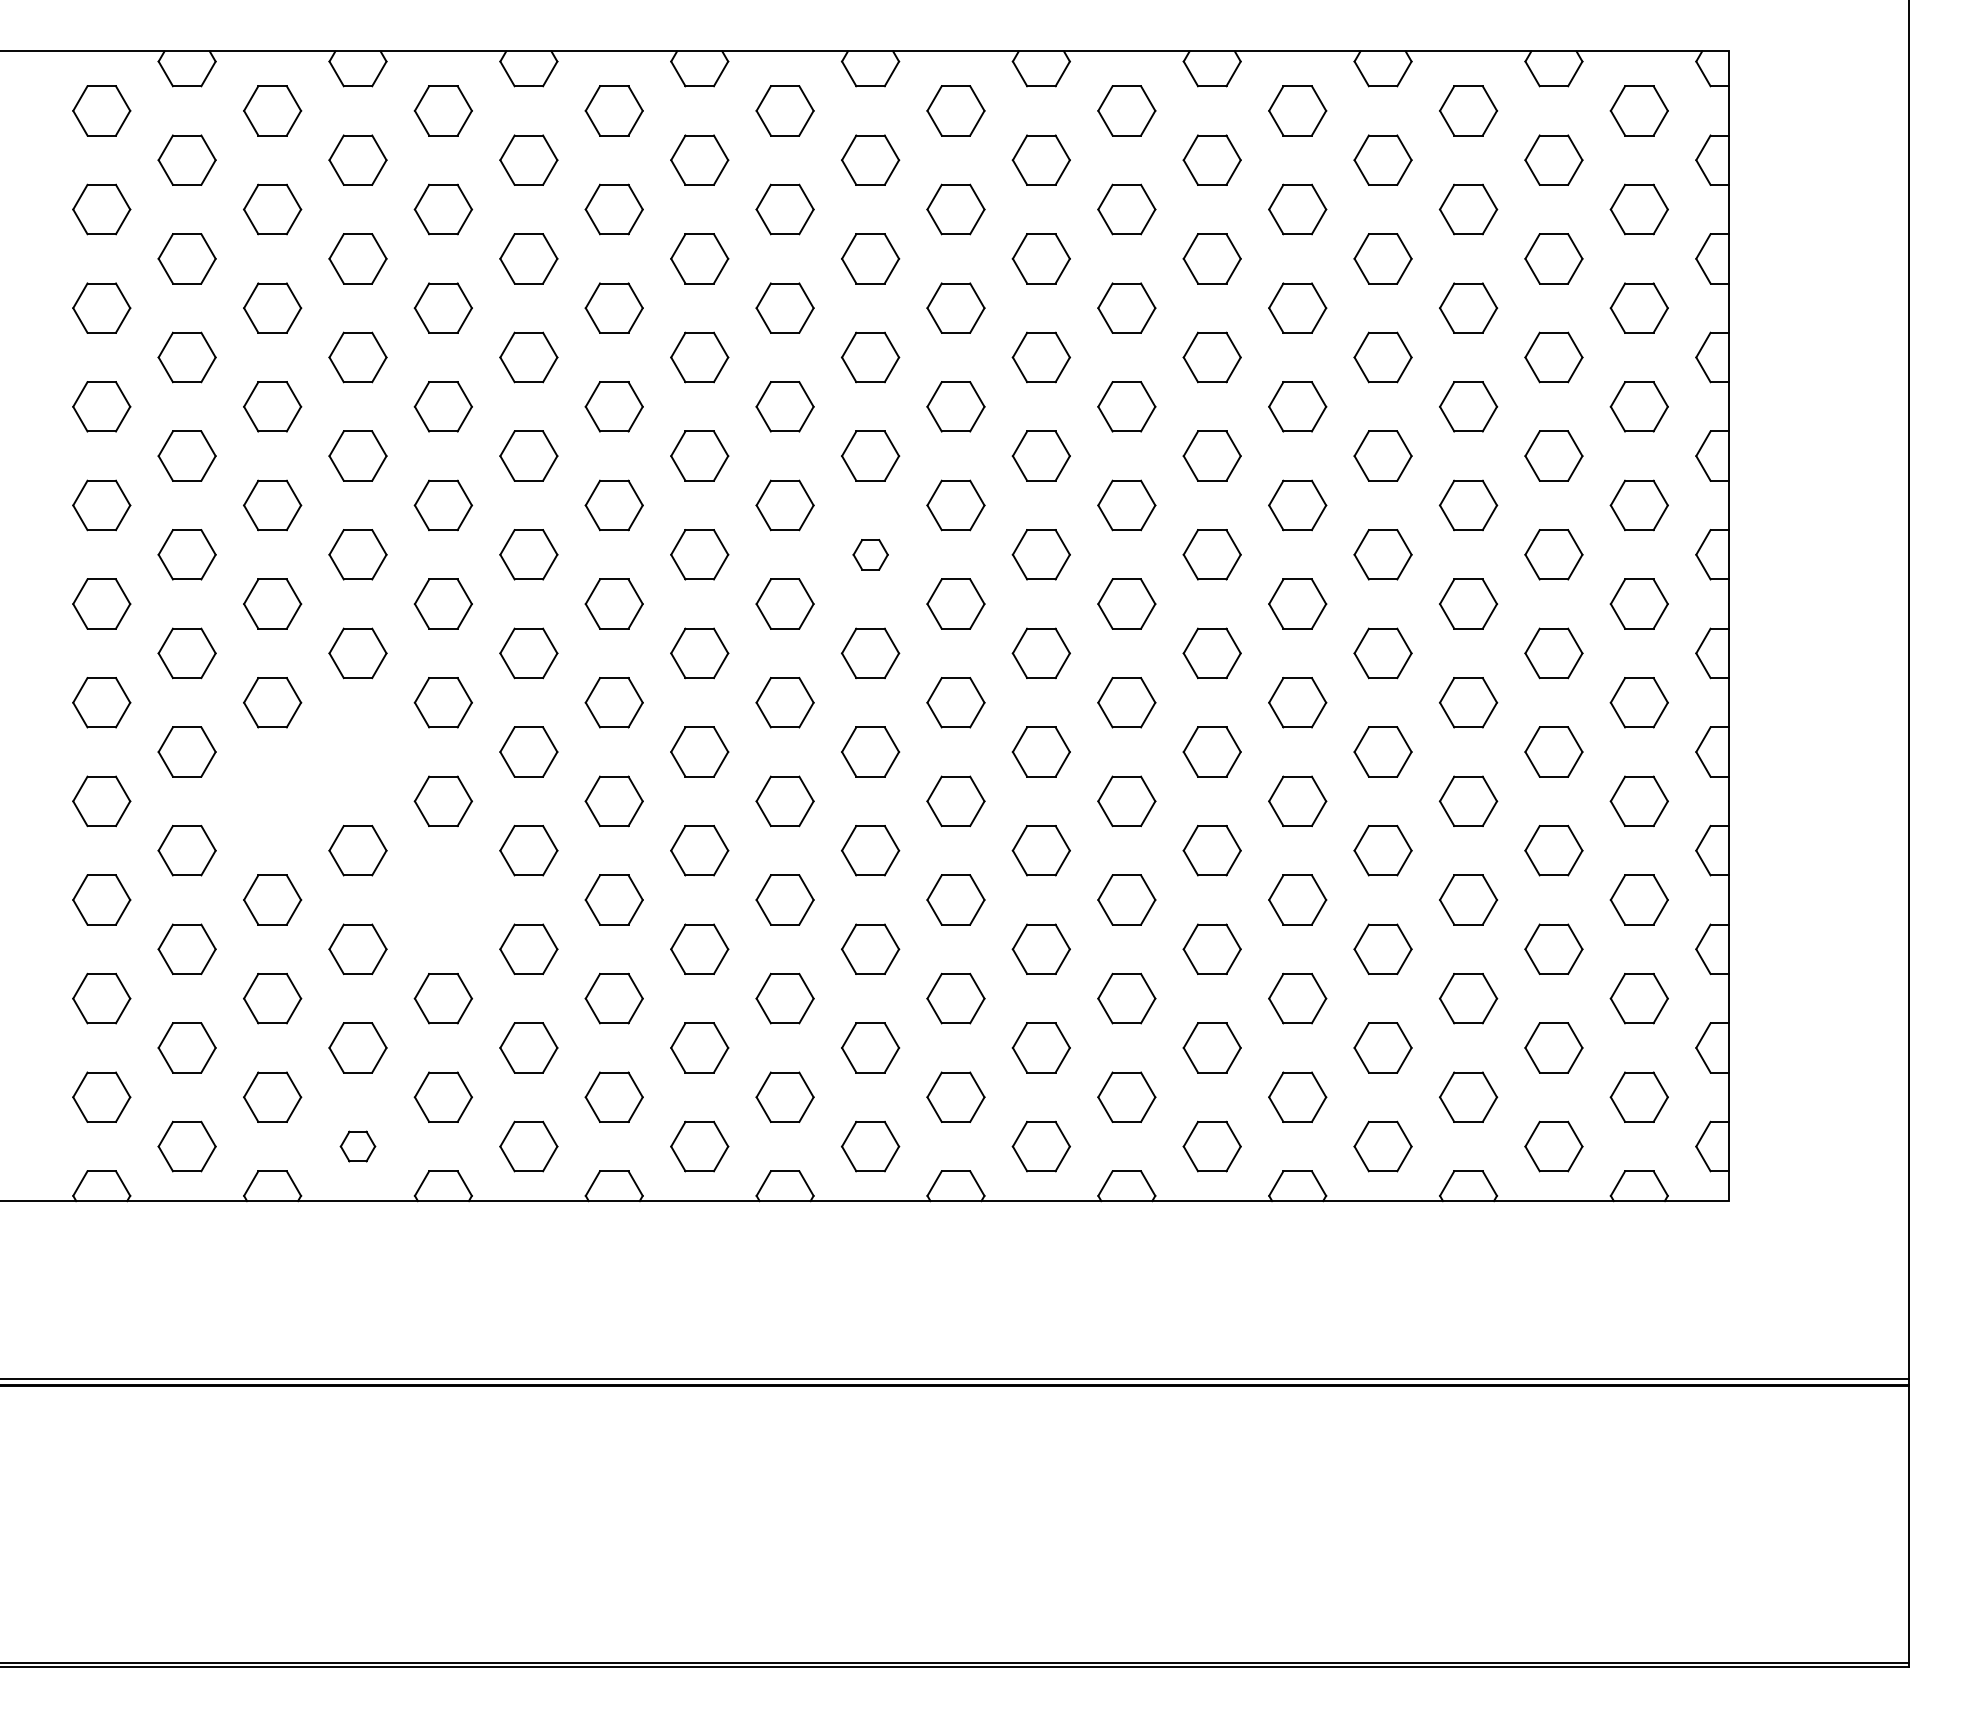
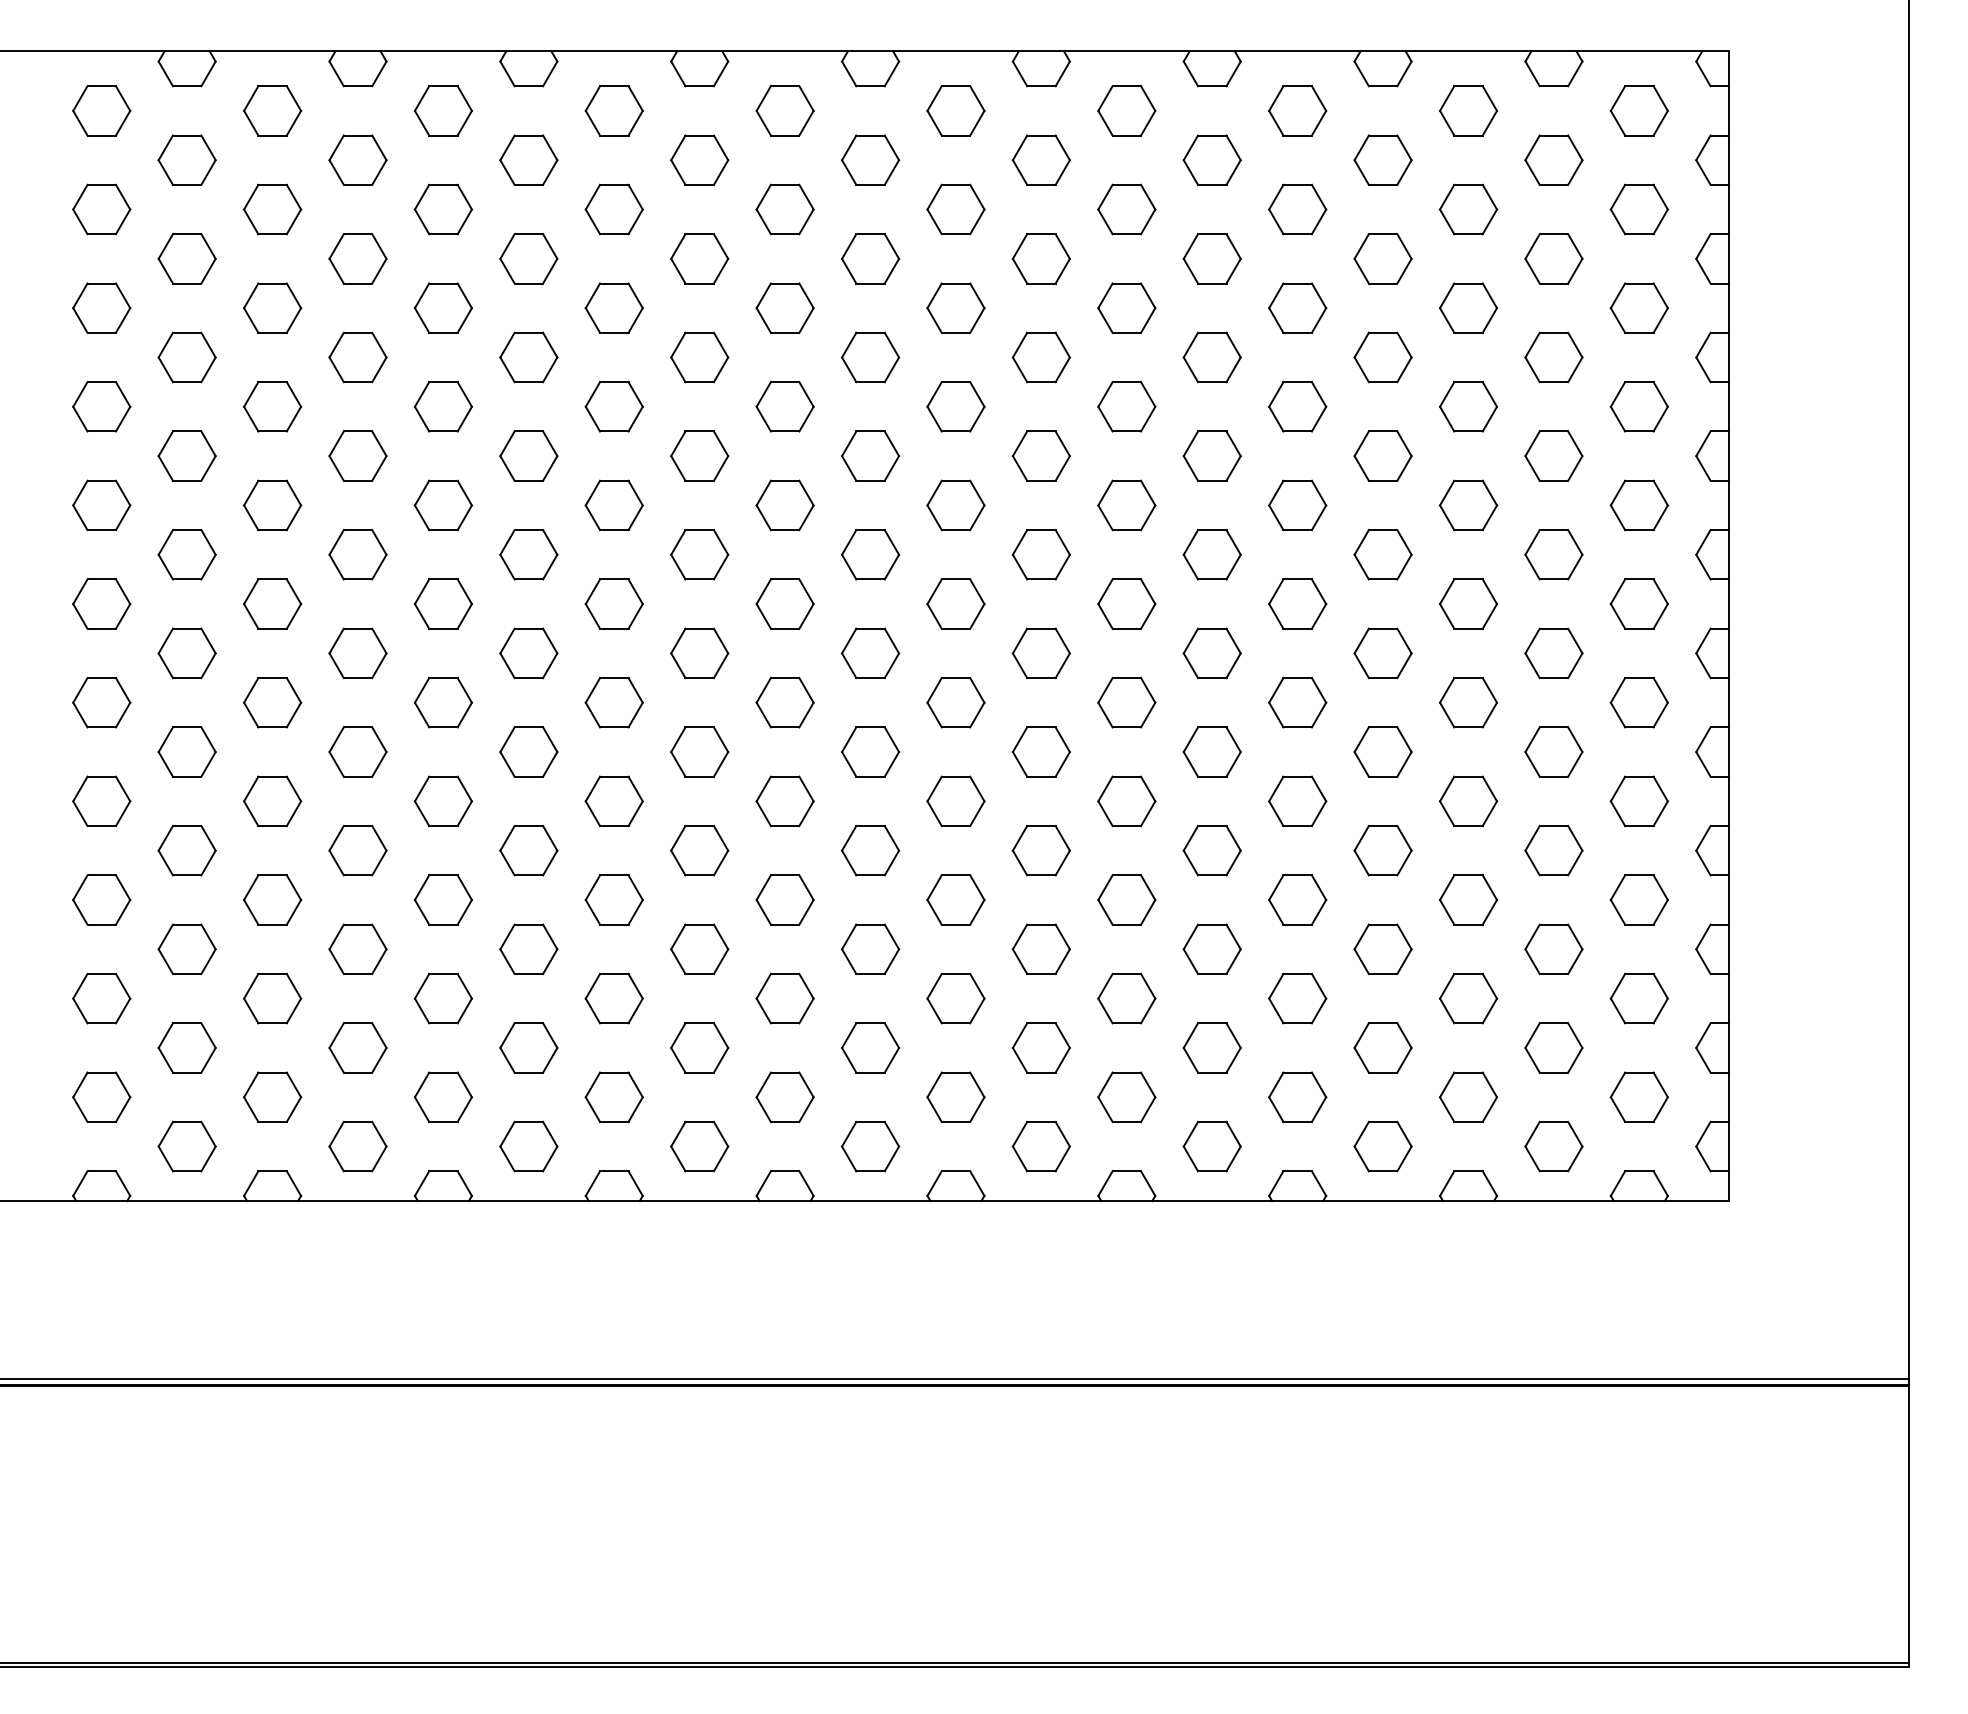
part at (870, 554) size: 37x32 px -> 60x52 px
part at (357, 751): none -> present
part at (272, 800): none -> present
part at (442, 899): none -> present
part at (357, 1146) size: 38x33 px -> 60x53 px
